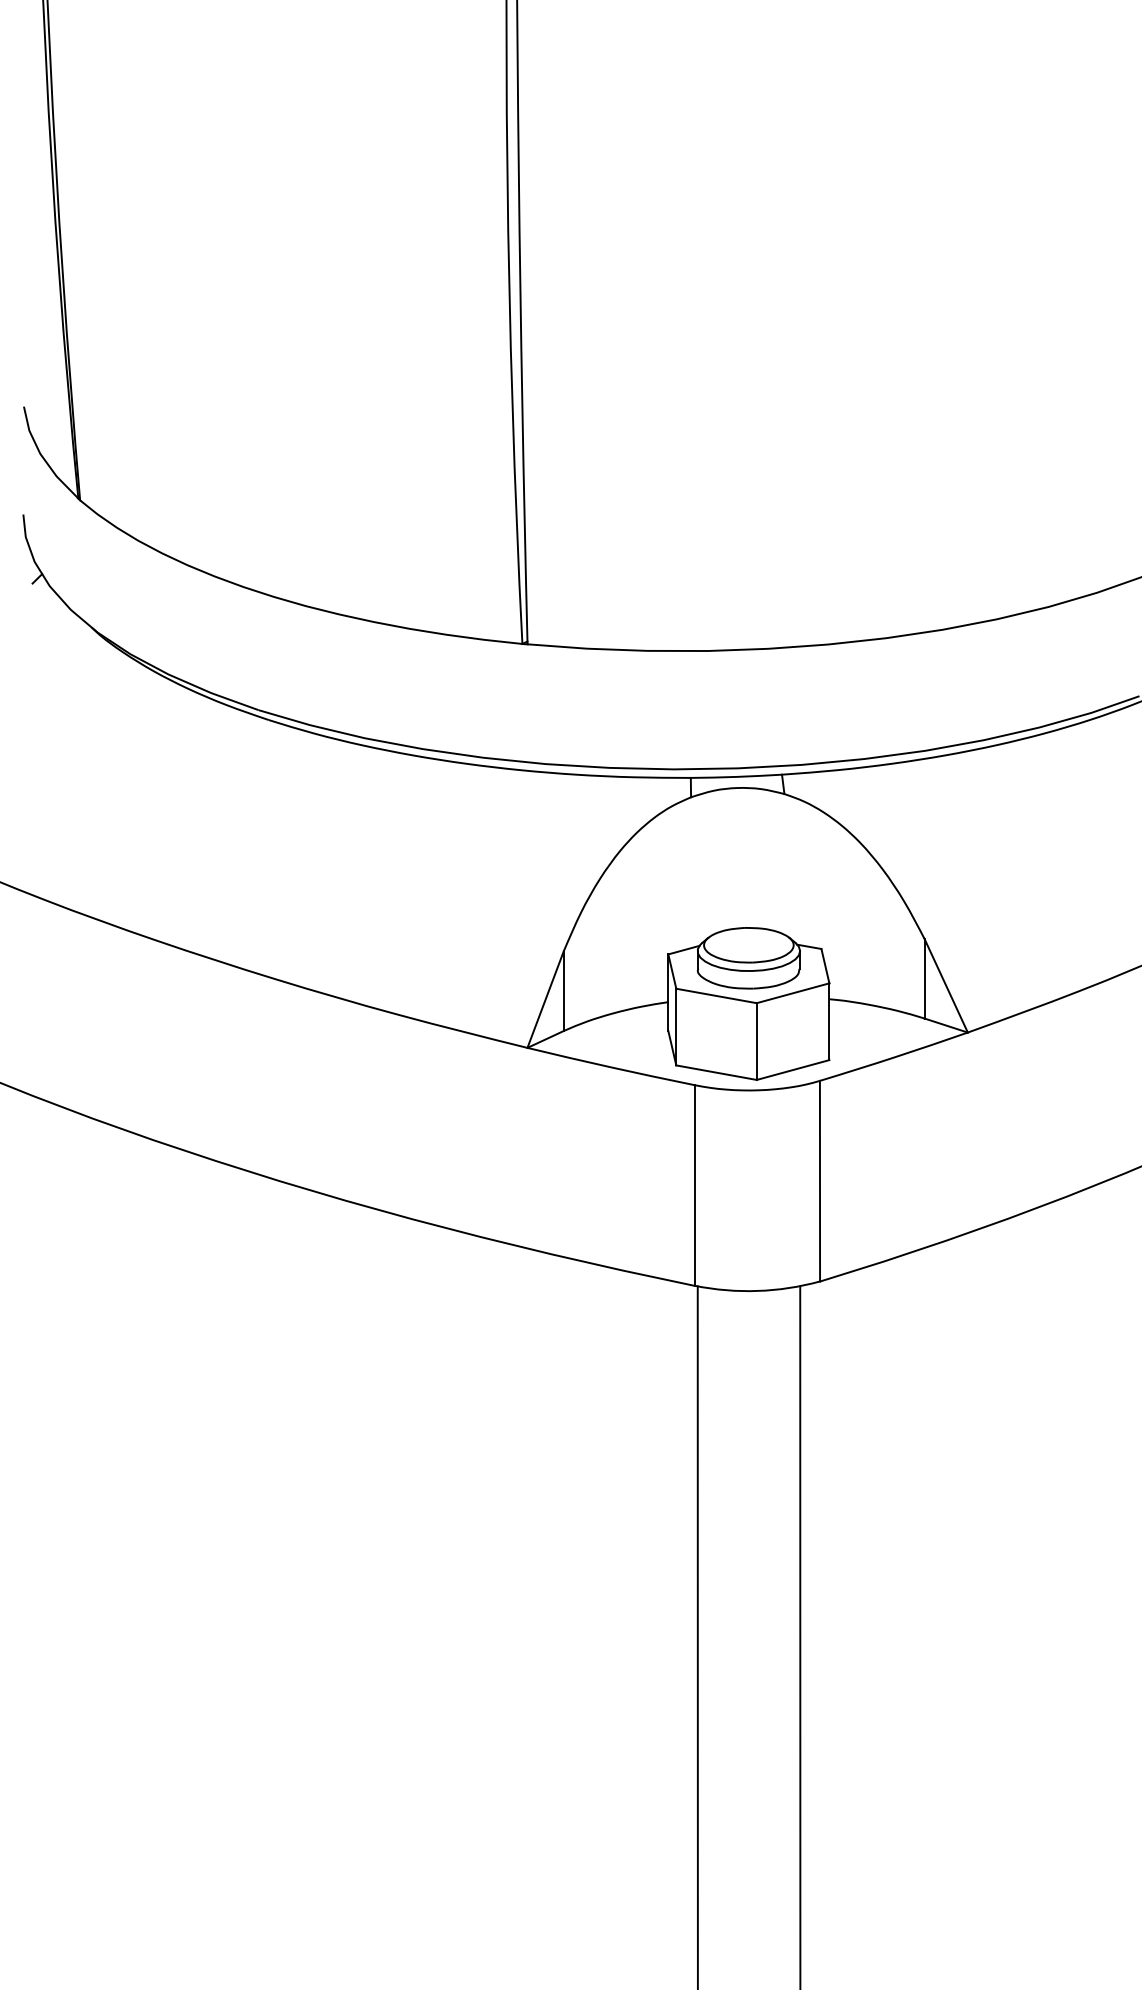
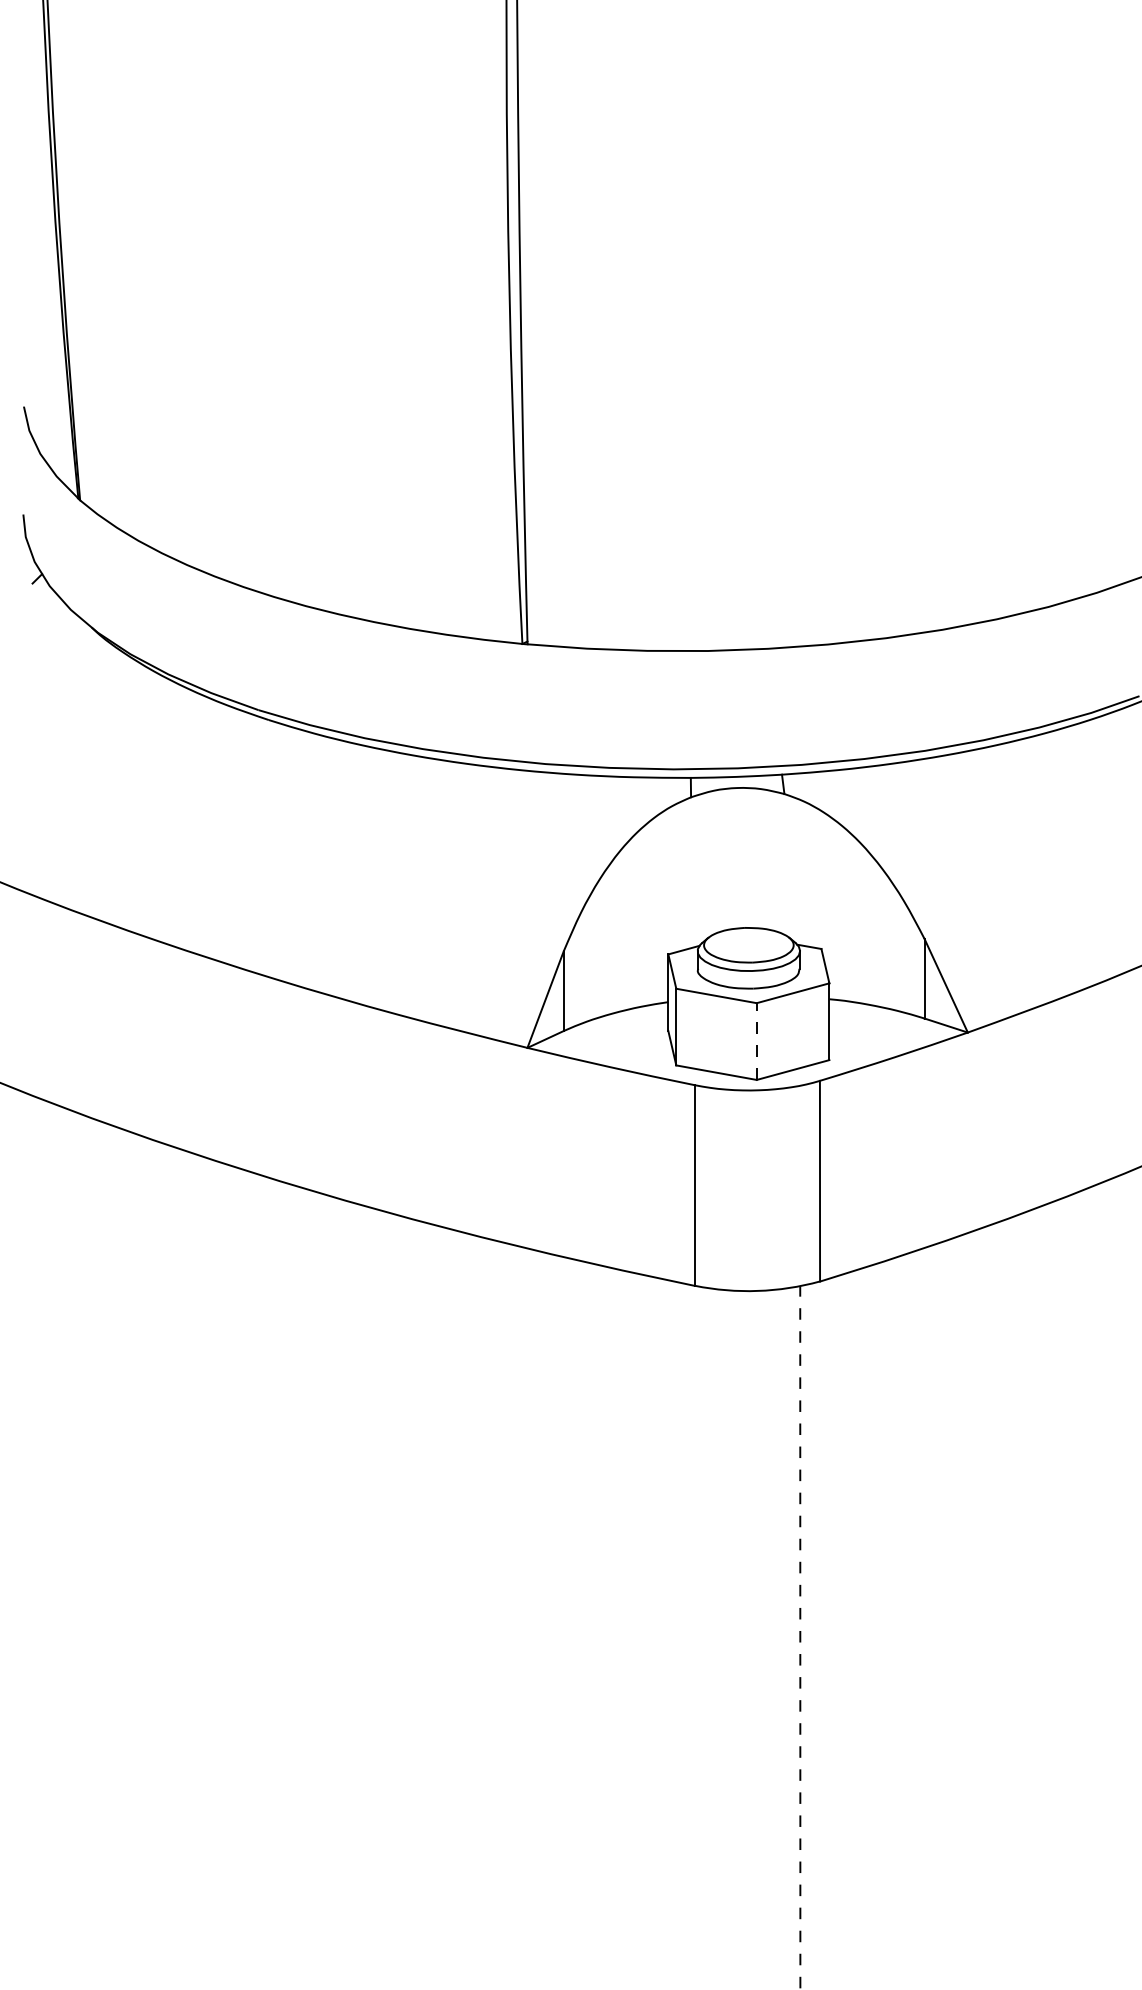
line at (756, 1041): solid -> dashed
line at (697, 1636): present -> none
line at (800, 1637): solid -> dashed
